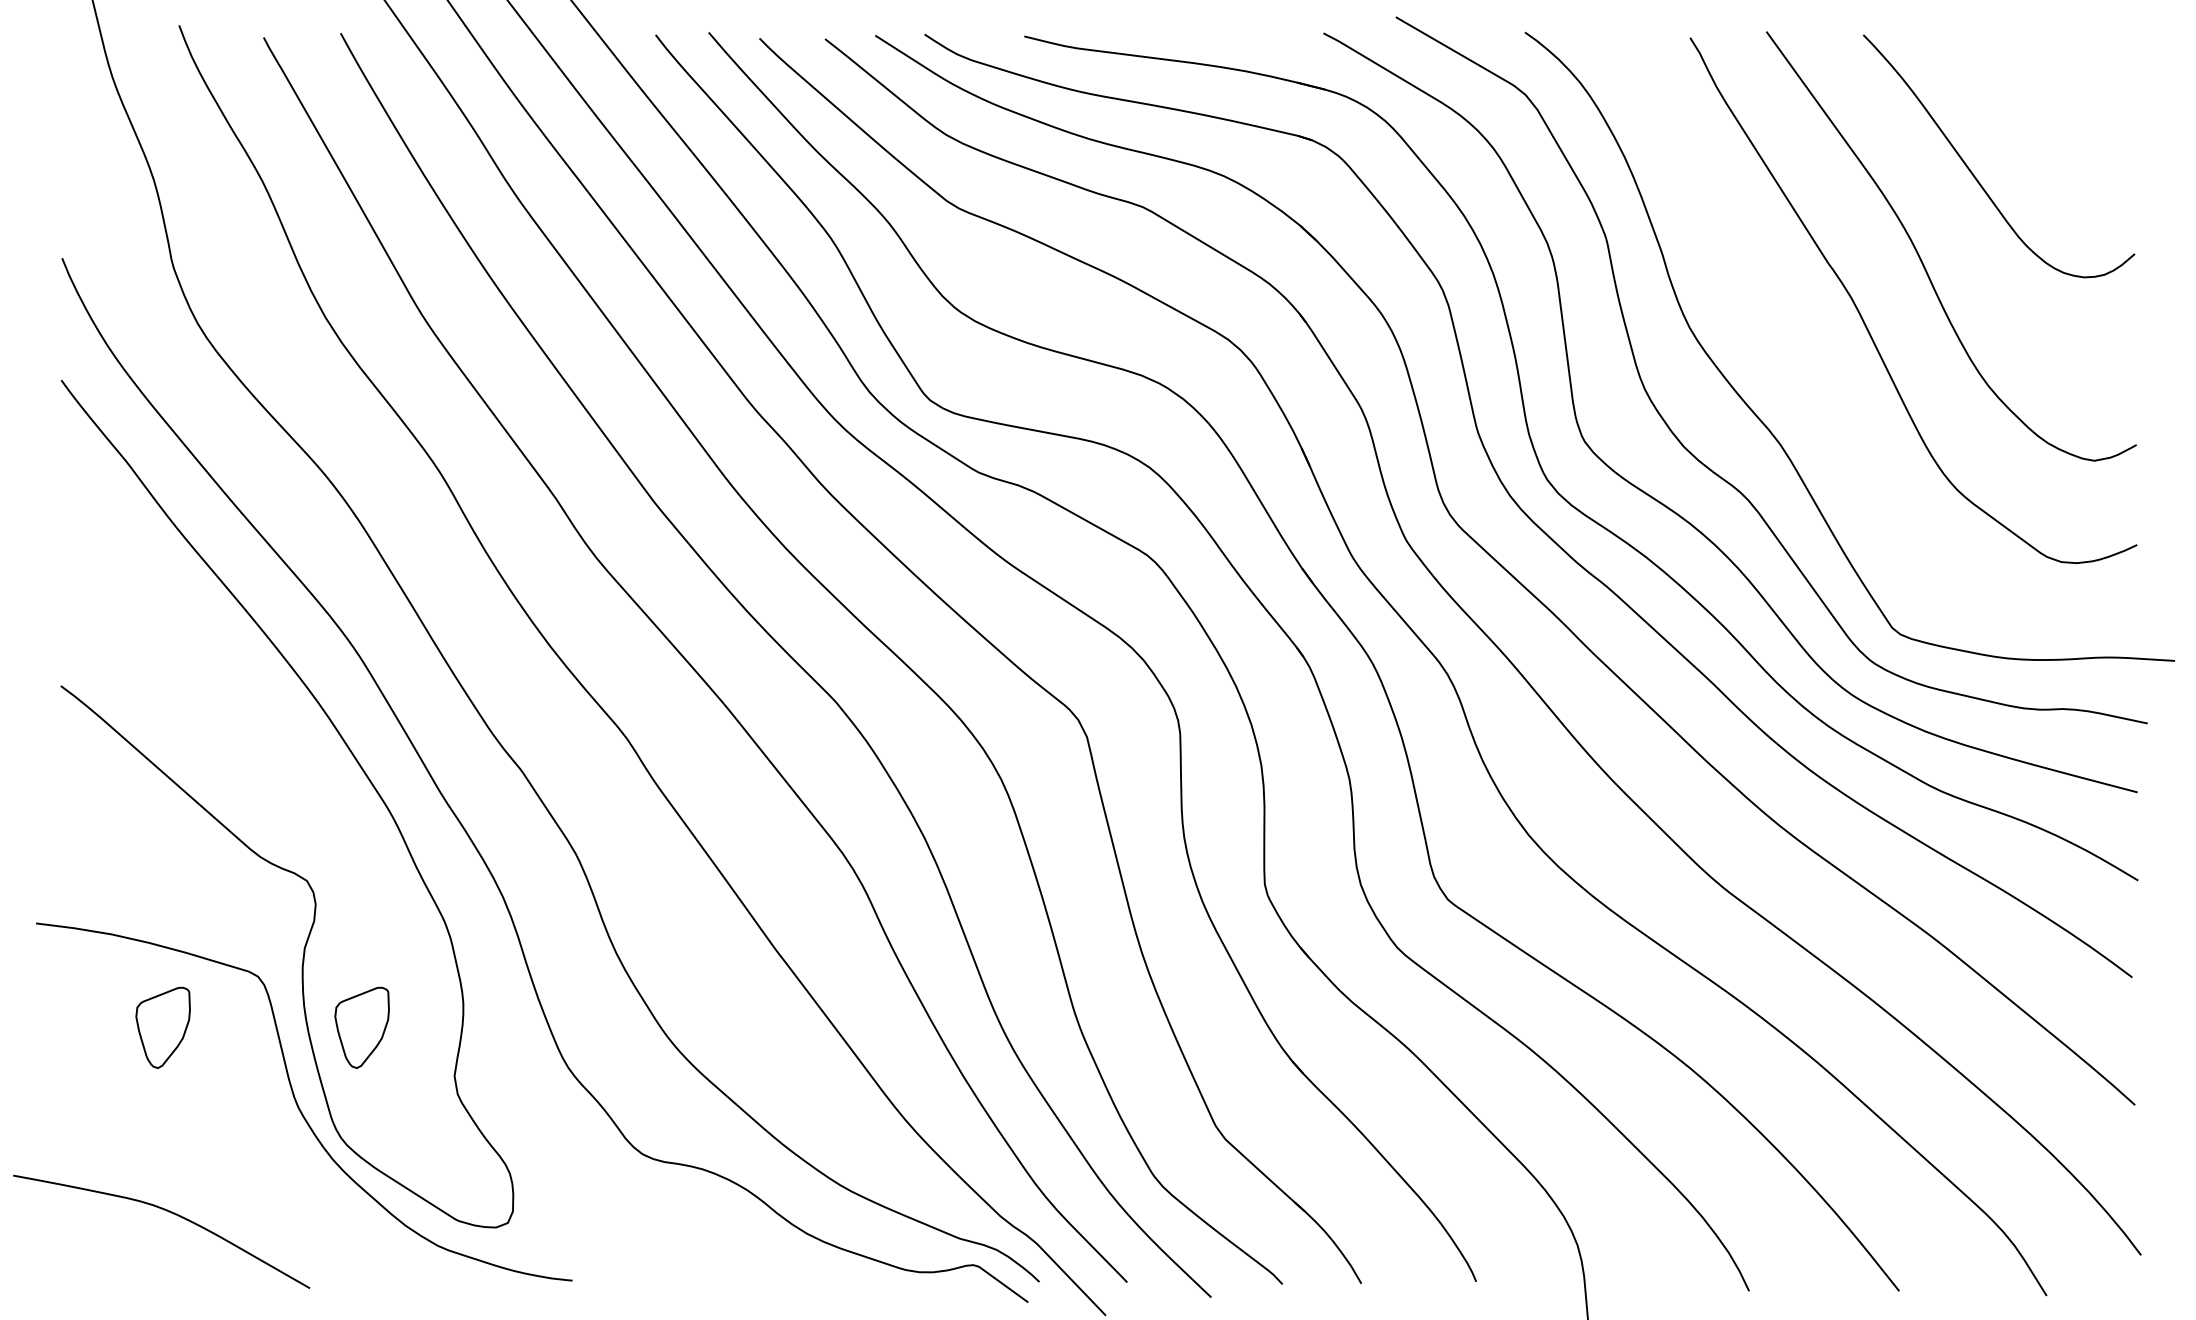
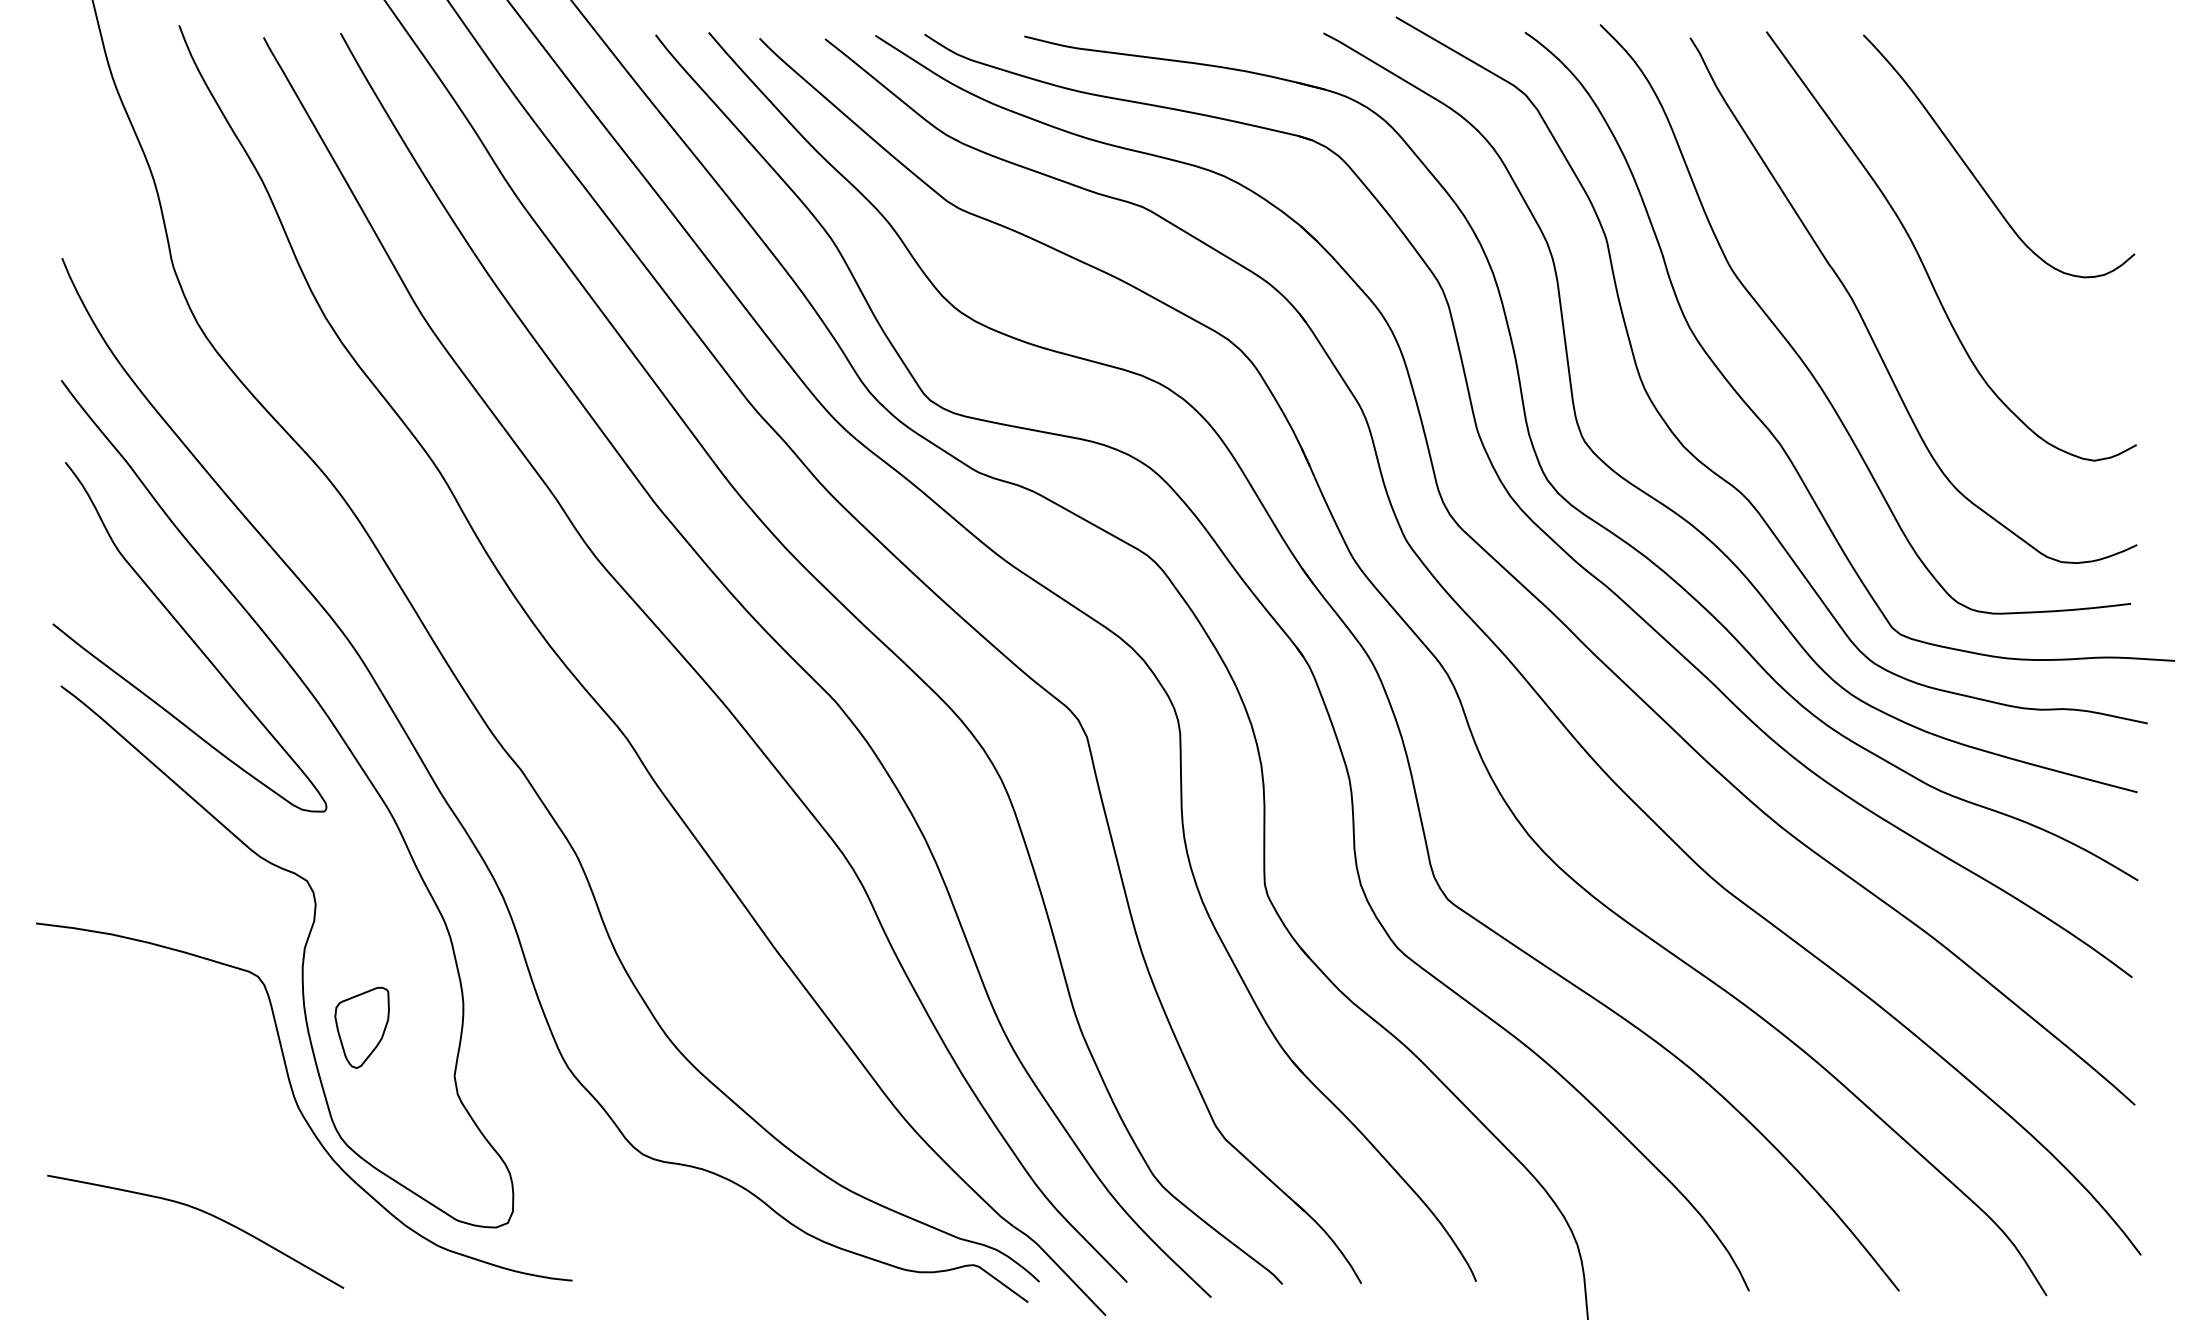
curve at (1803, 360): none -> present
curve at (189, 637): none -> present
part at (162, 1027): present -> none
curve at (168, 1212) position: (168, 1212) -> (202, 1212)
